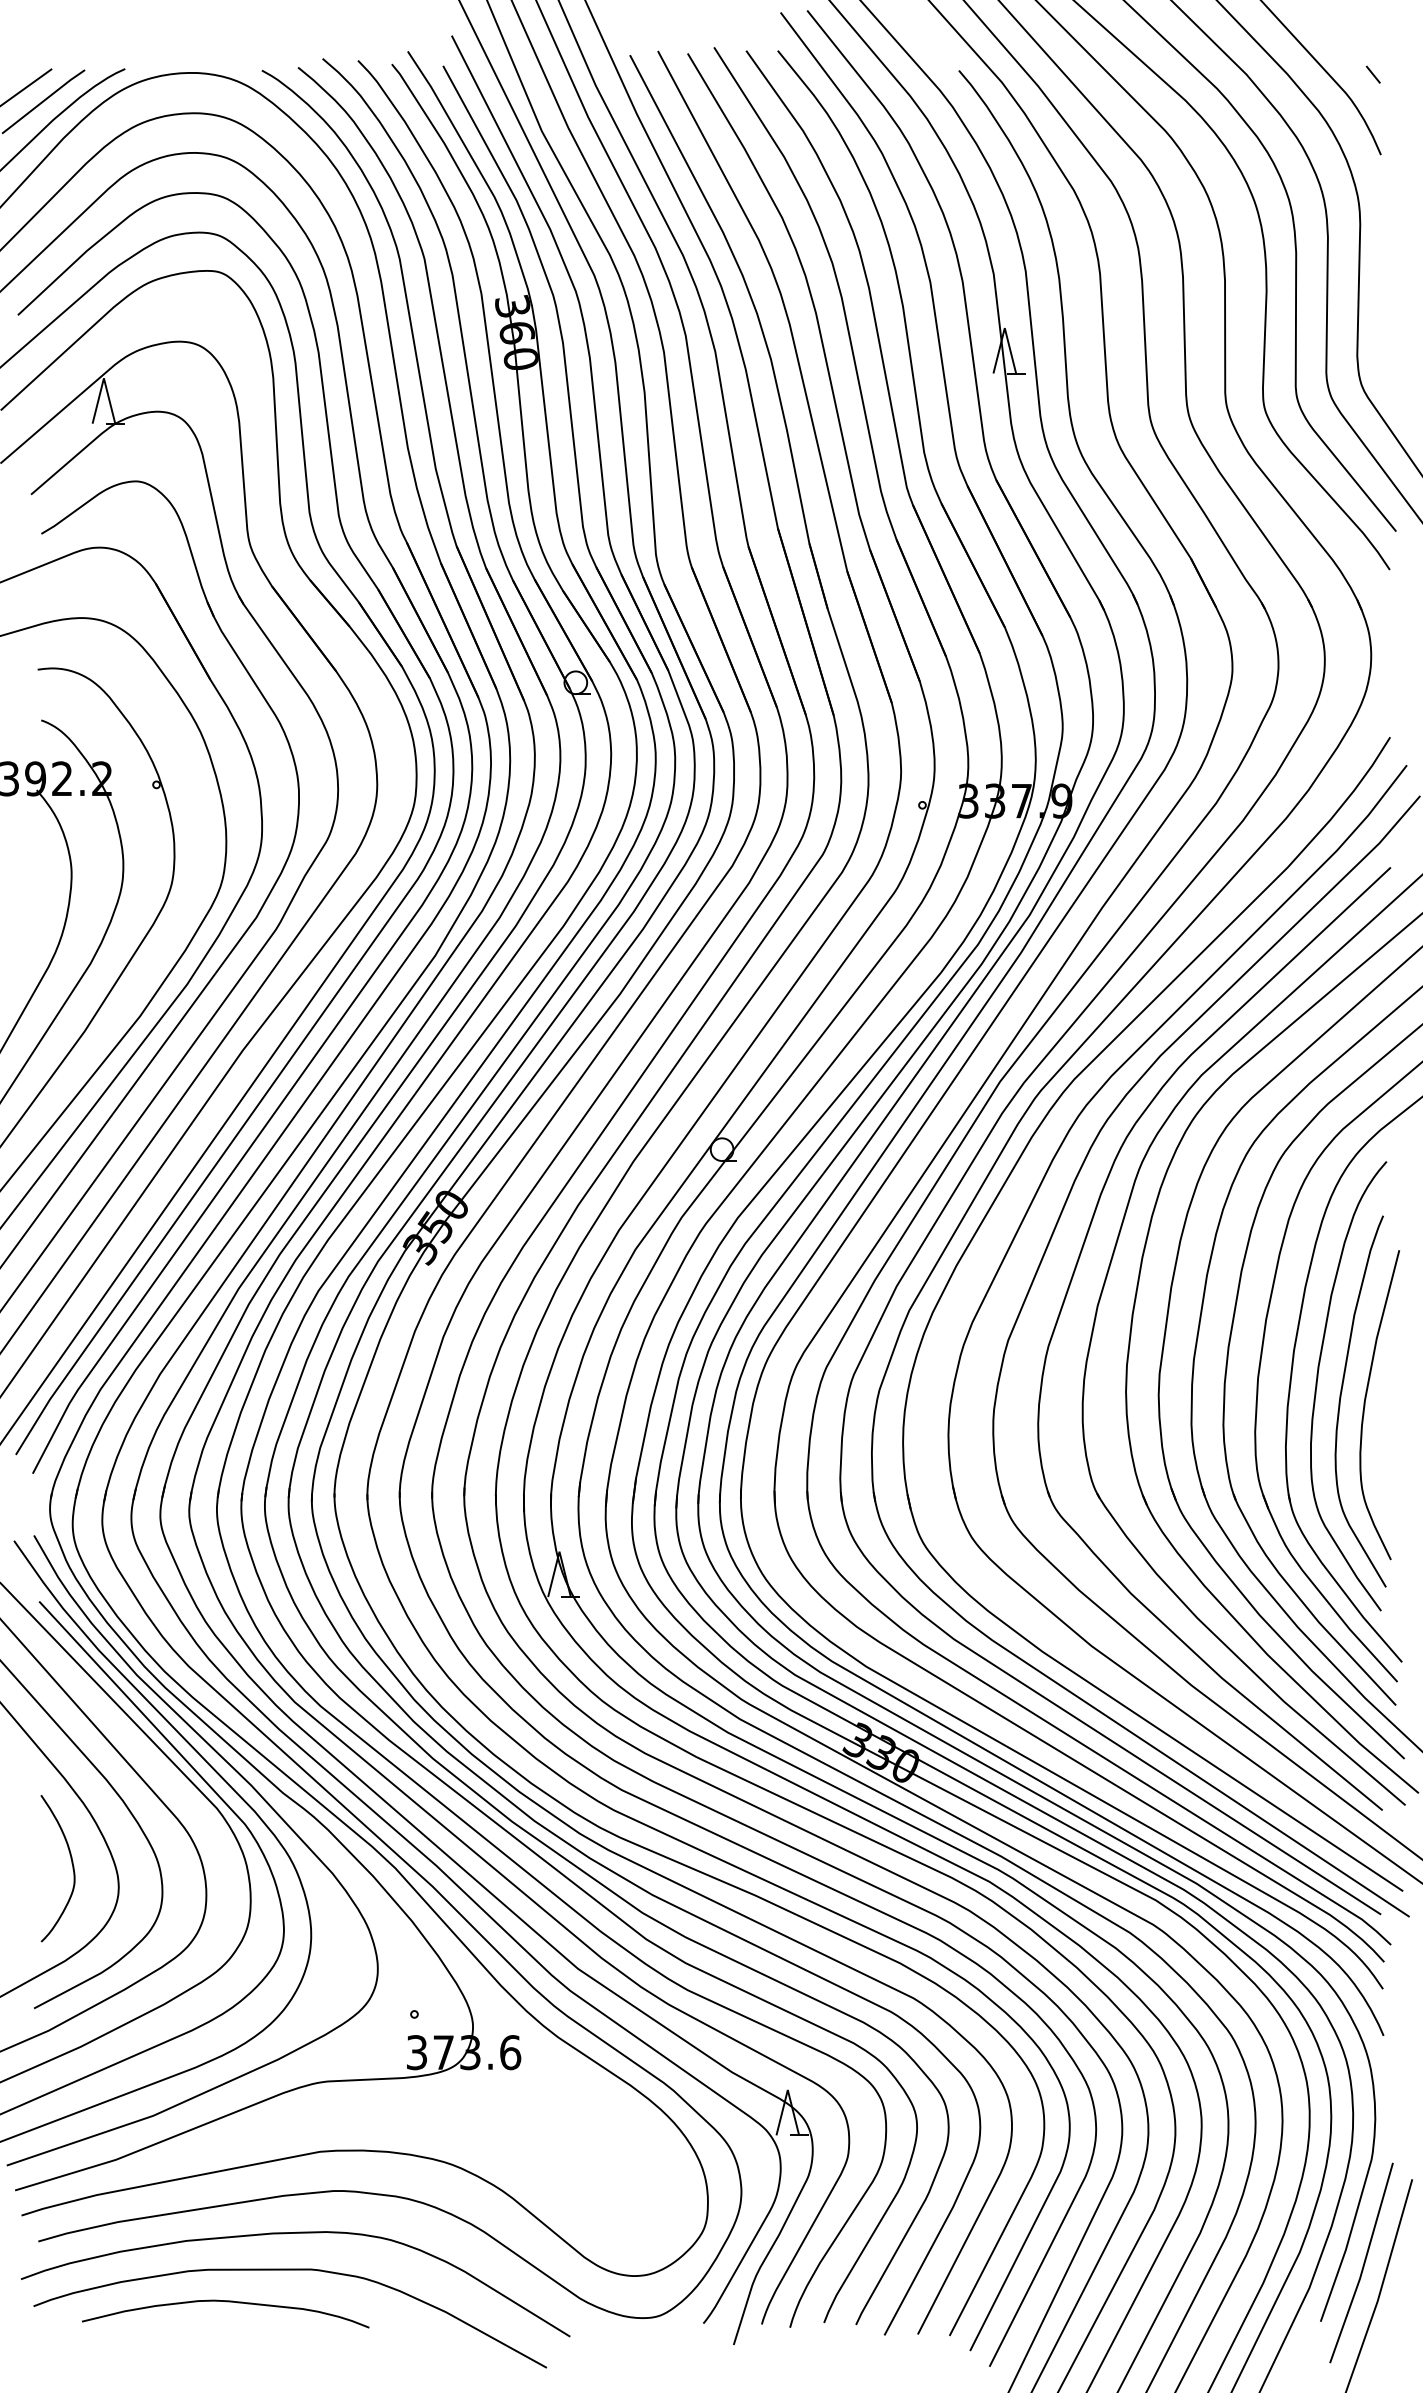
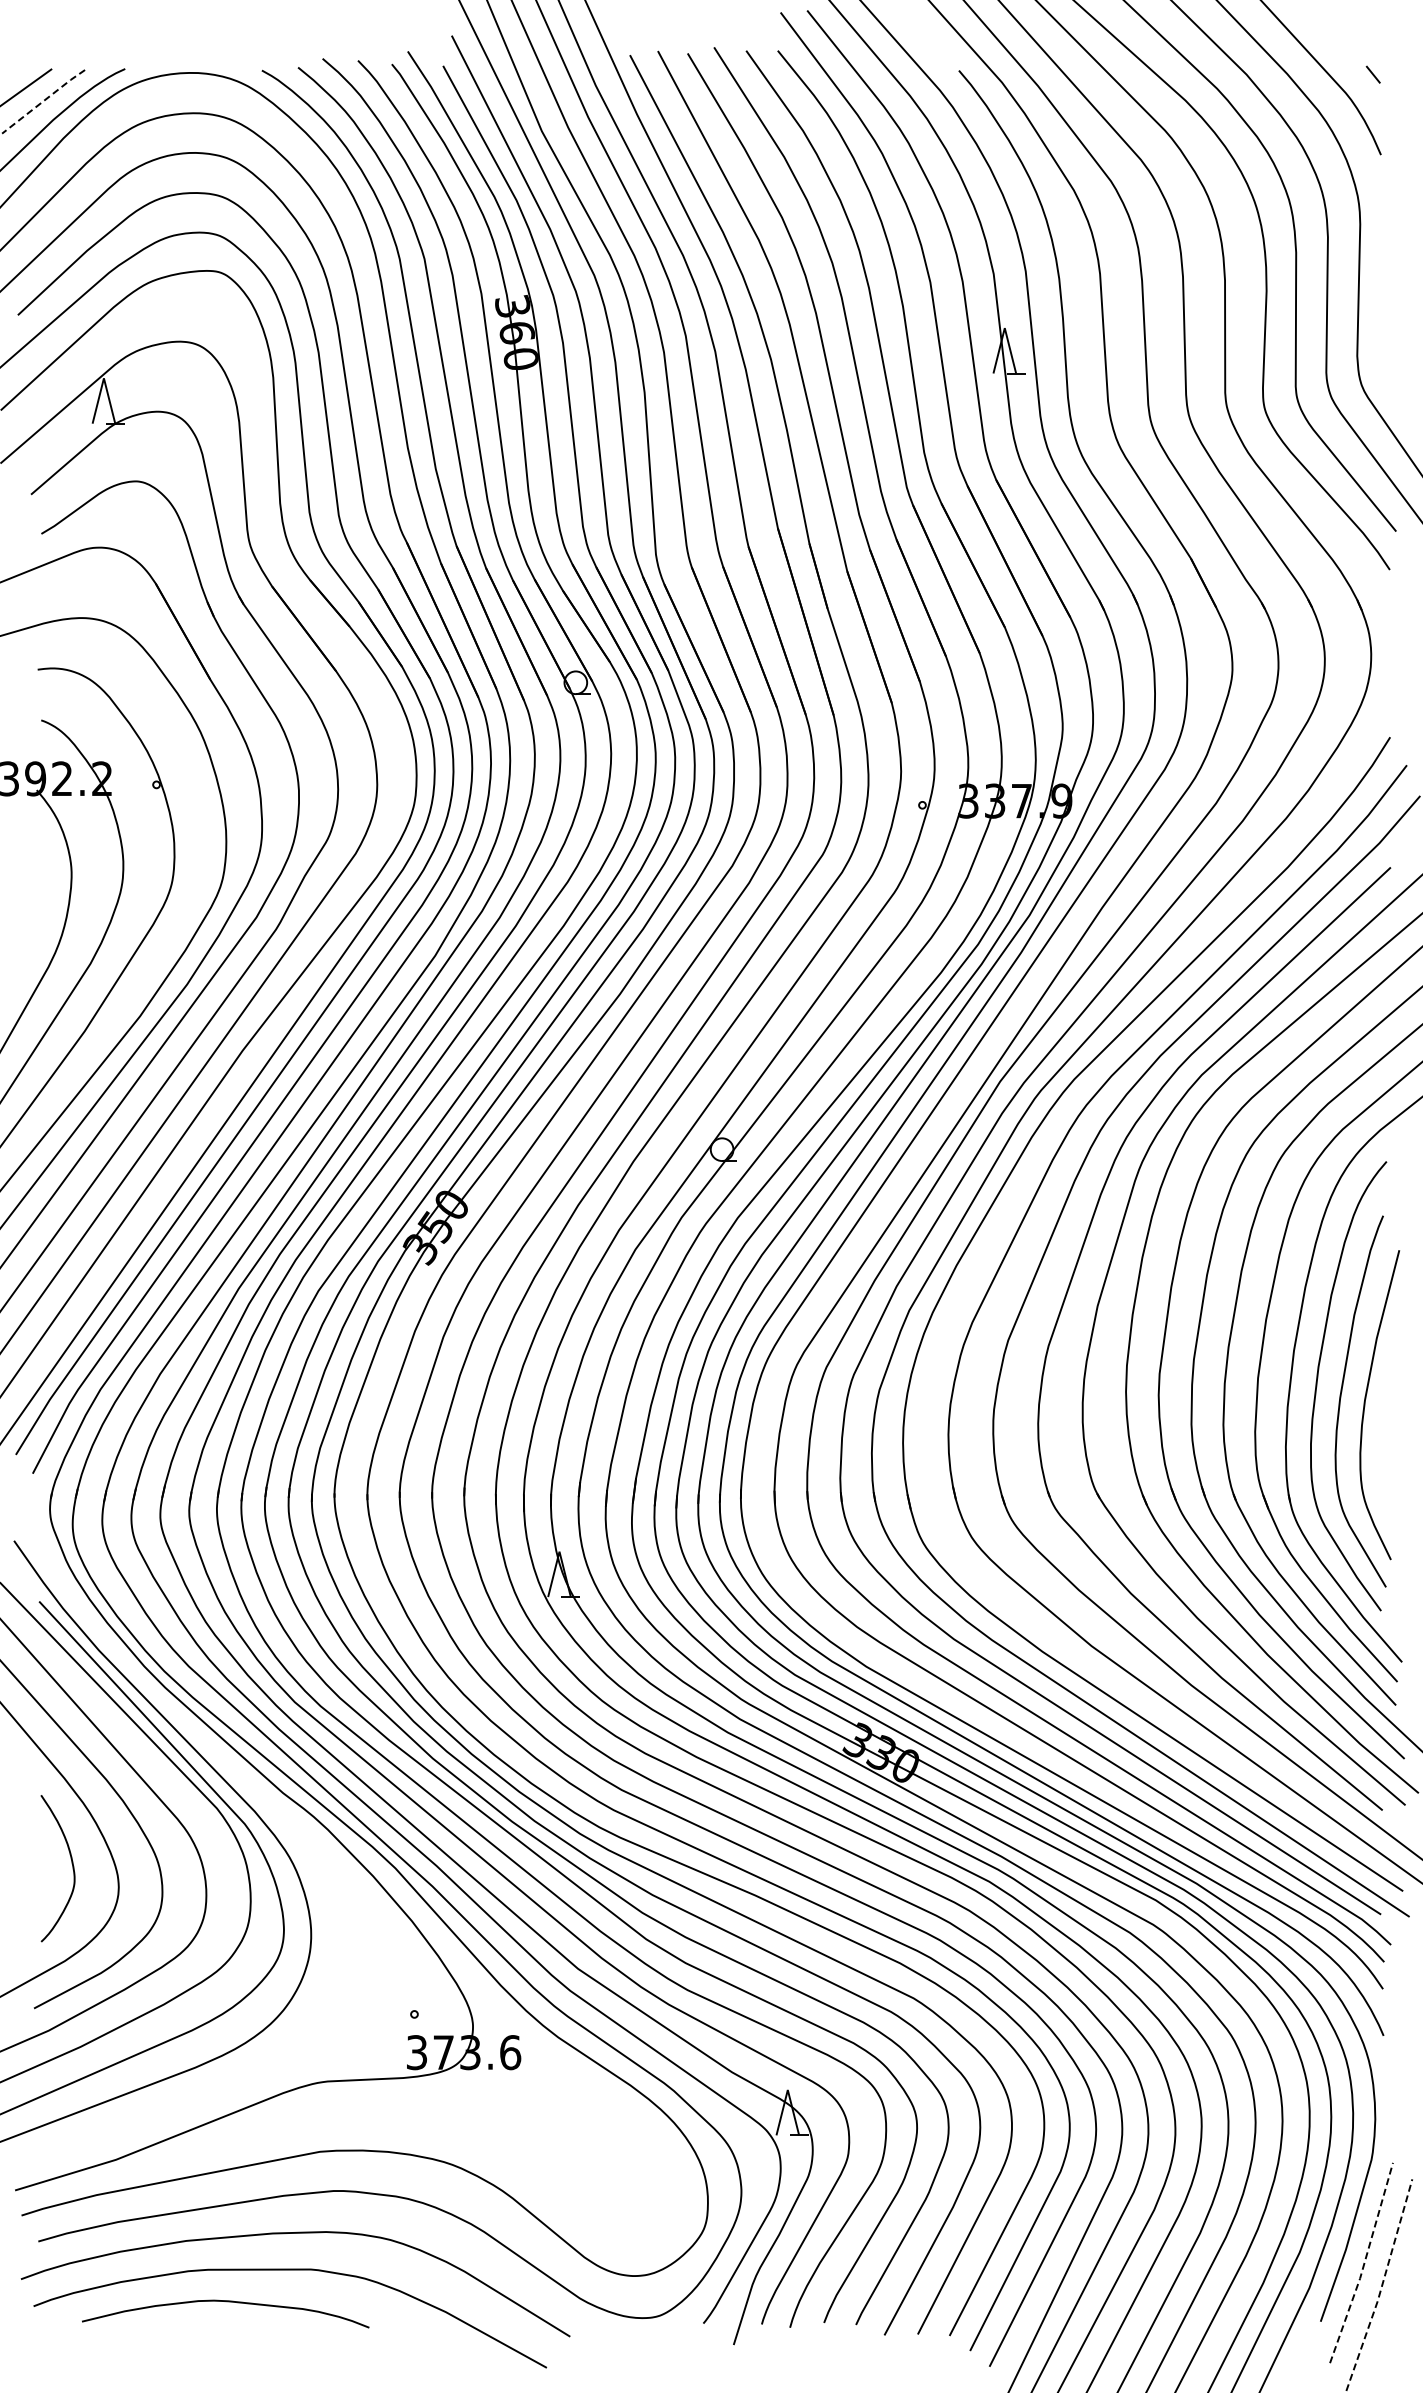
line at (43, 101): solid -> dashed
curve at (253, 1789): present -> none
line at (1364, 2264): solid -> dashed
line at (1381, 2286): solid -> dashed
